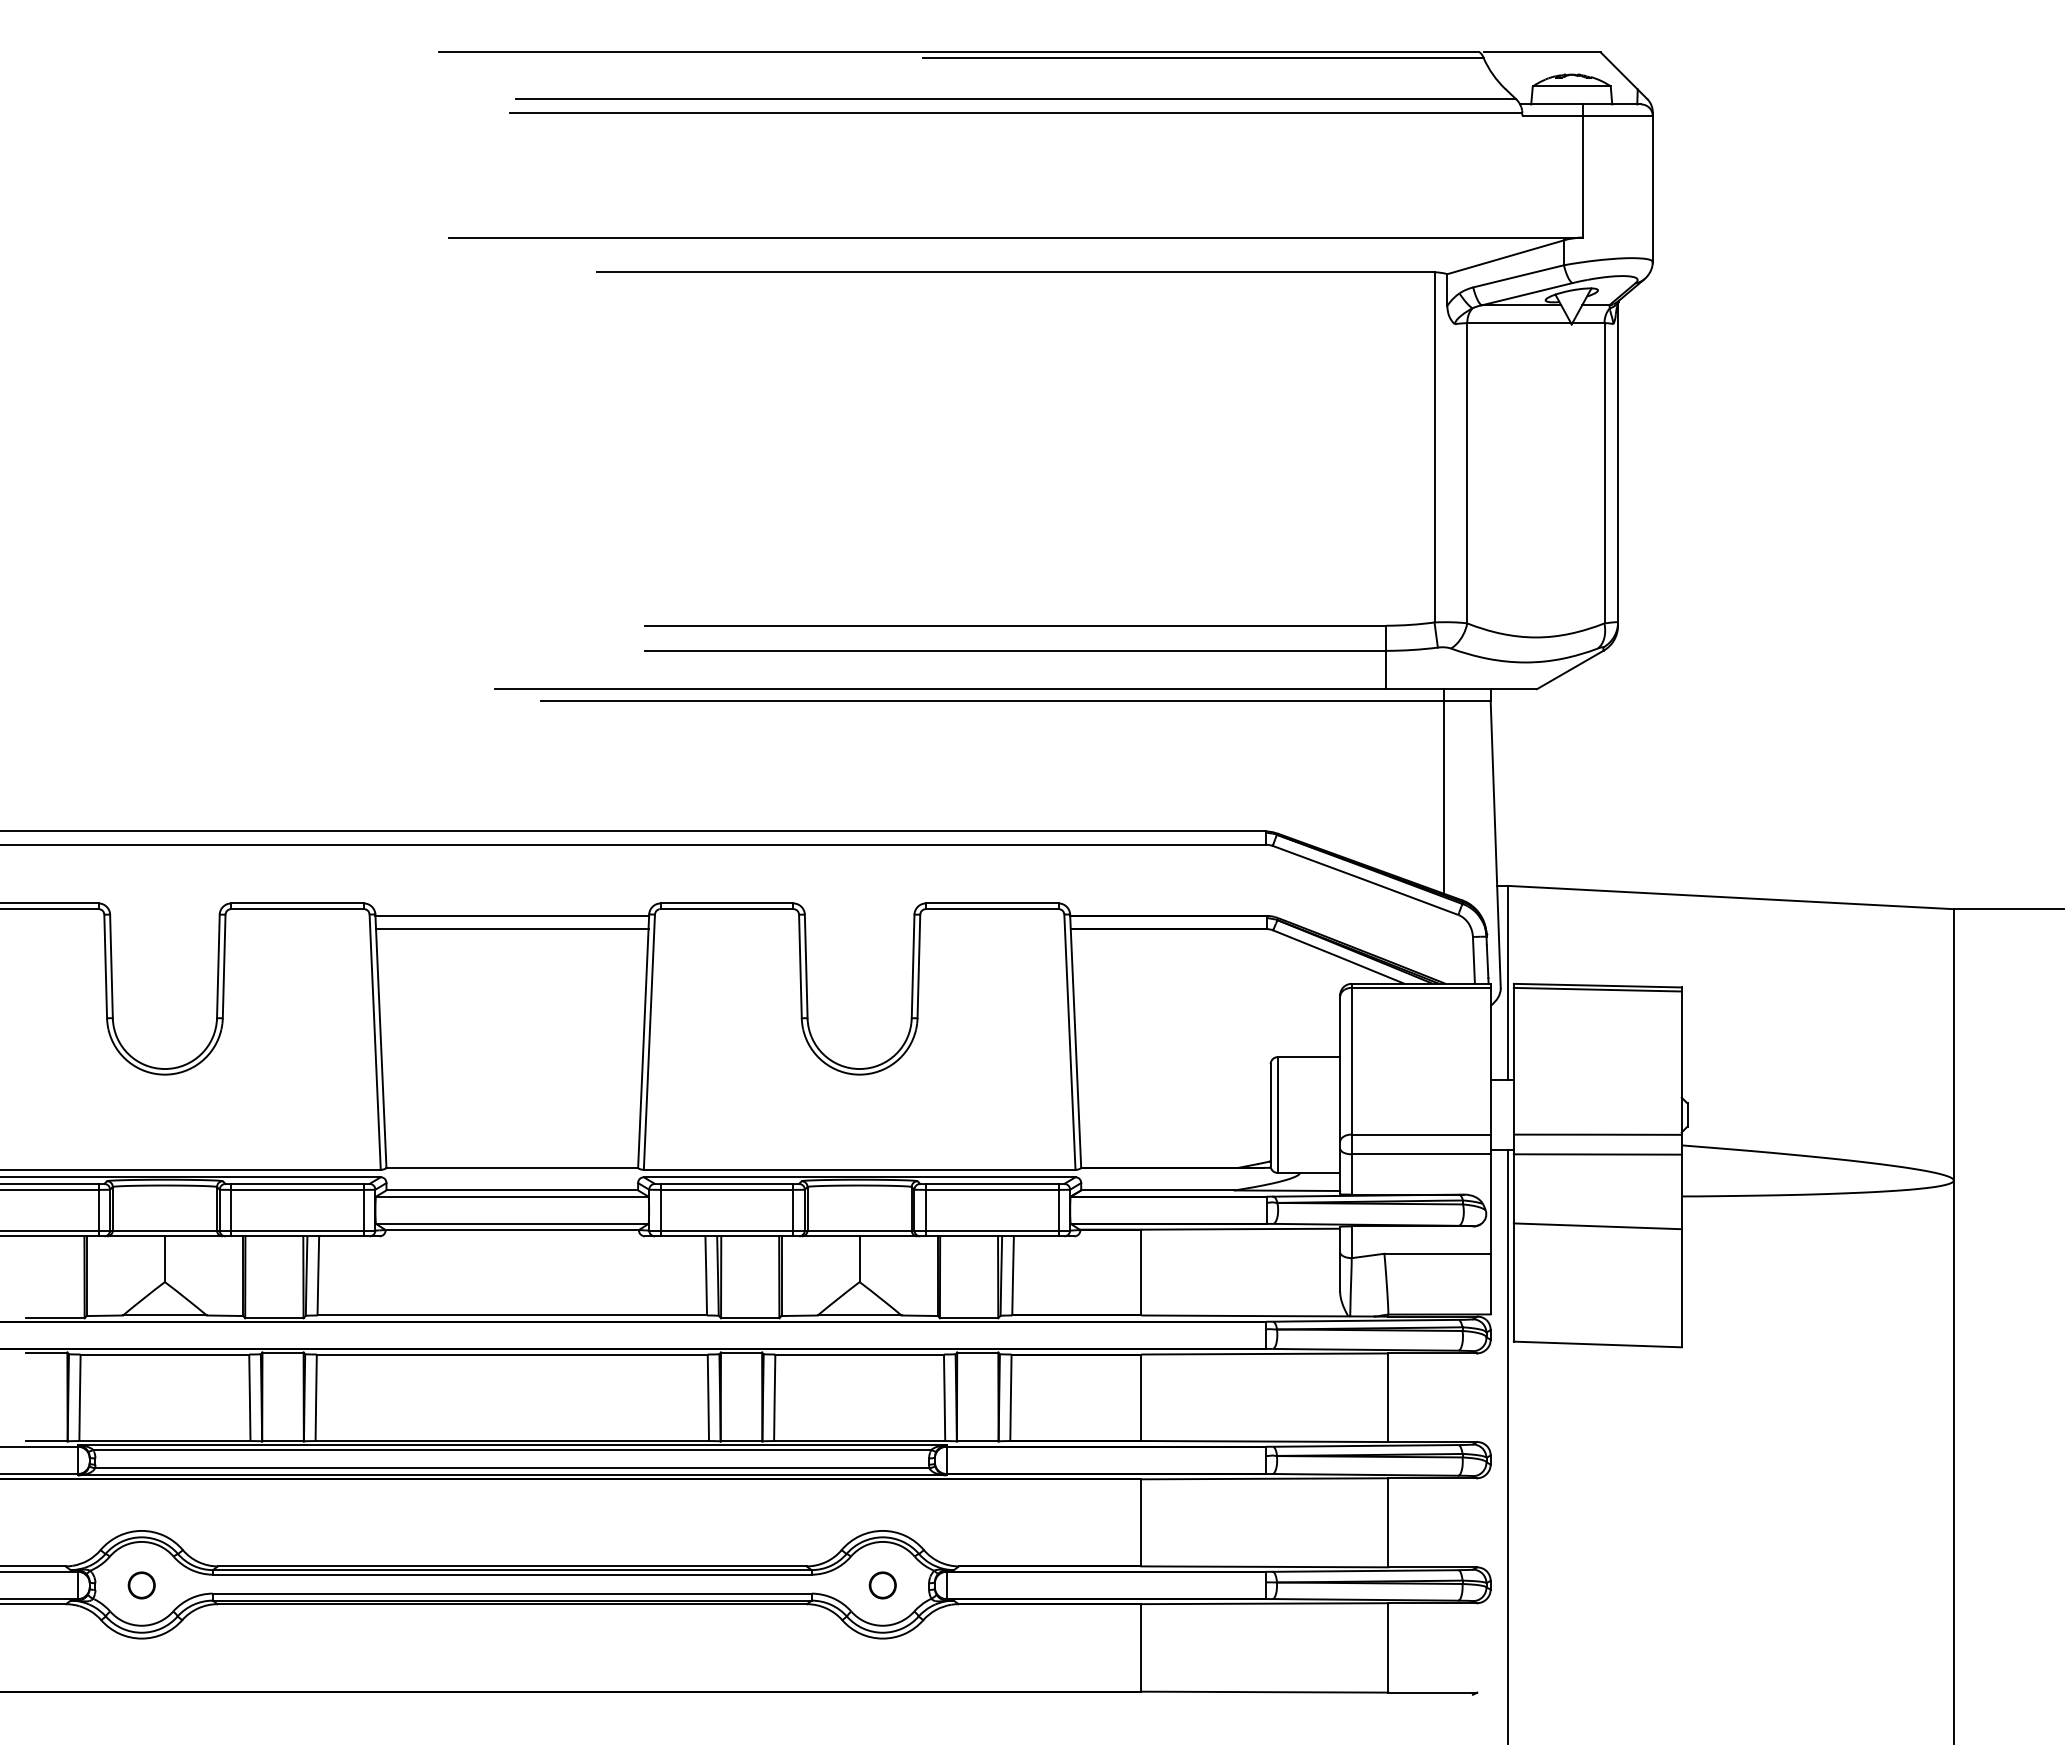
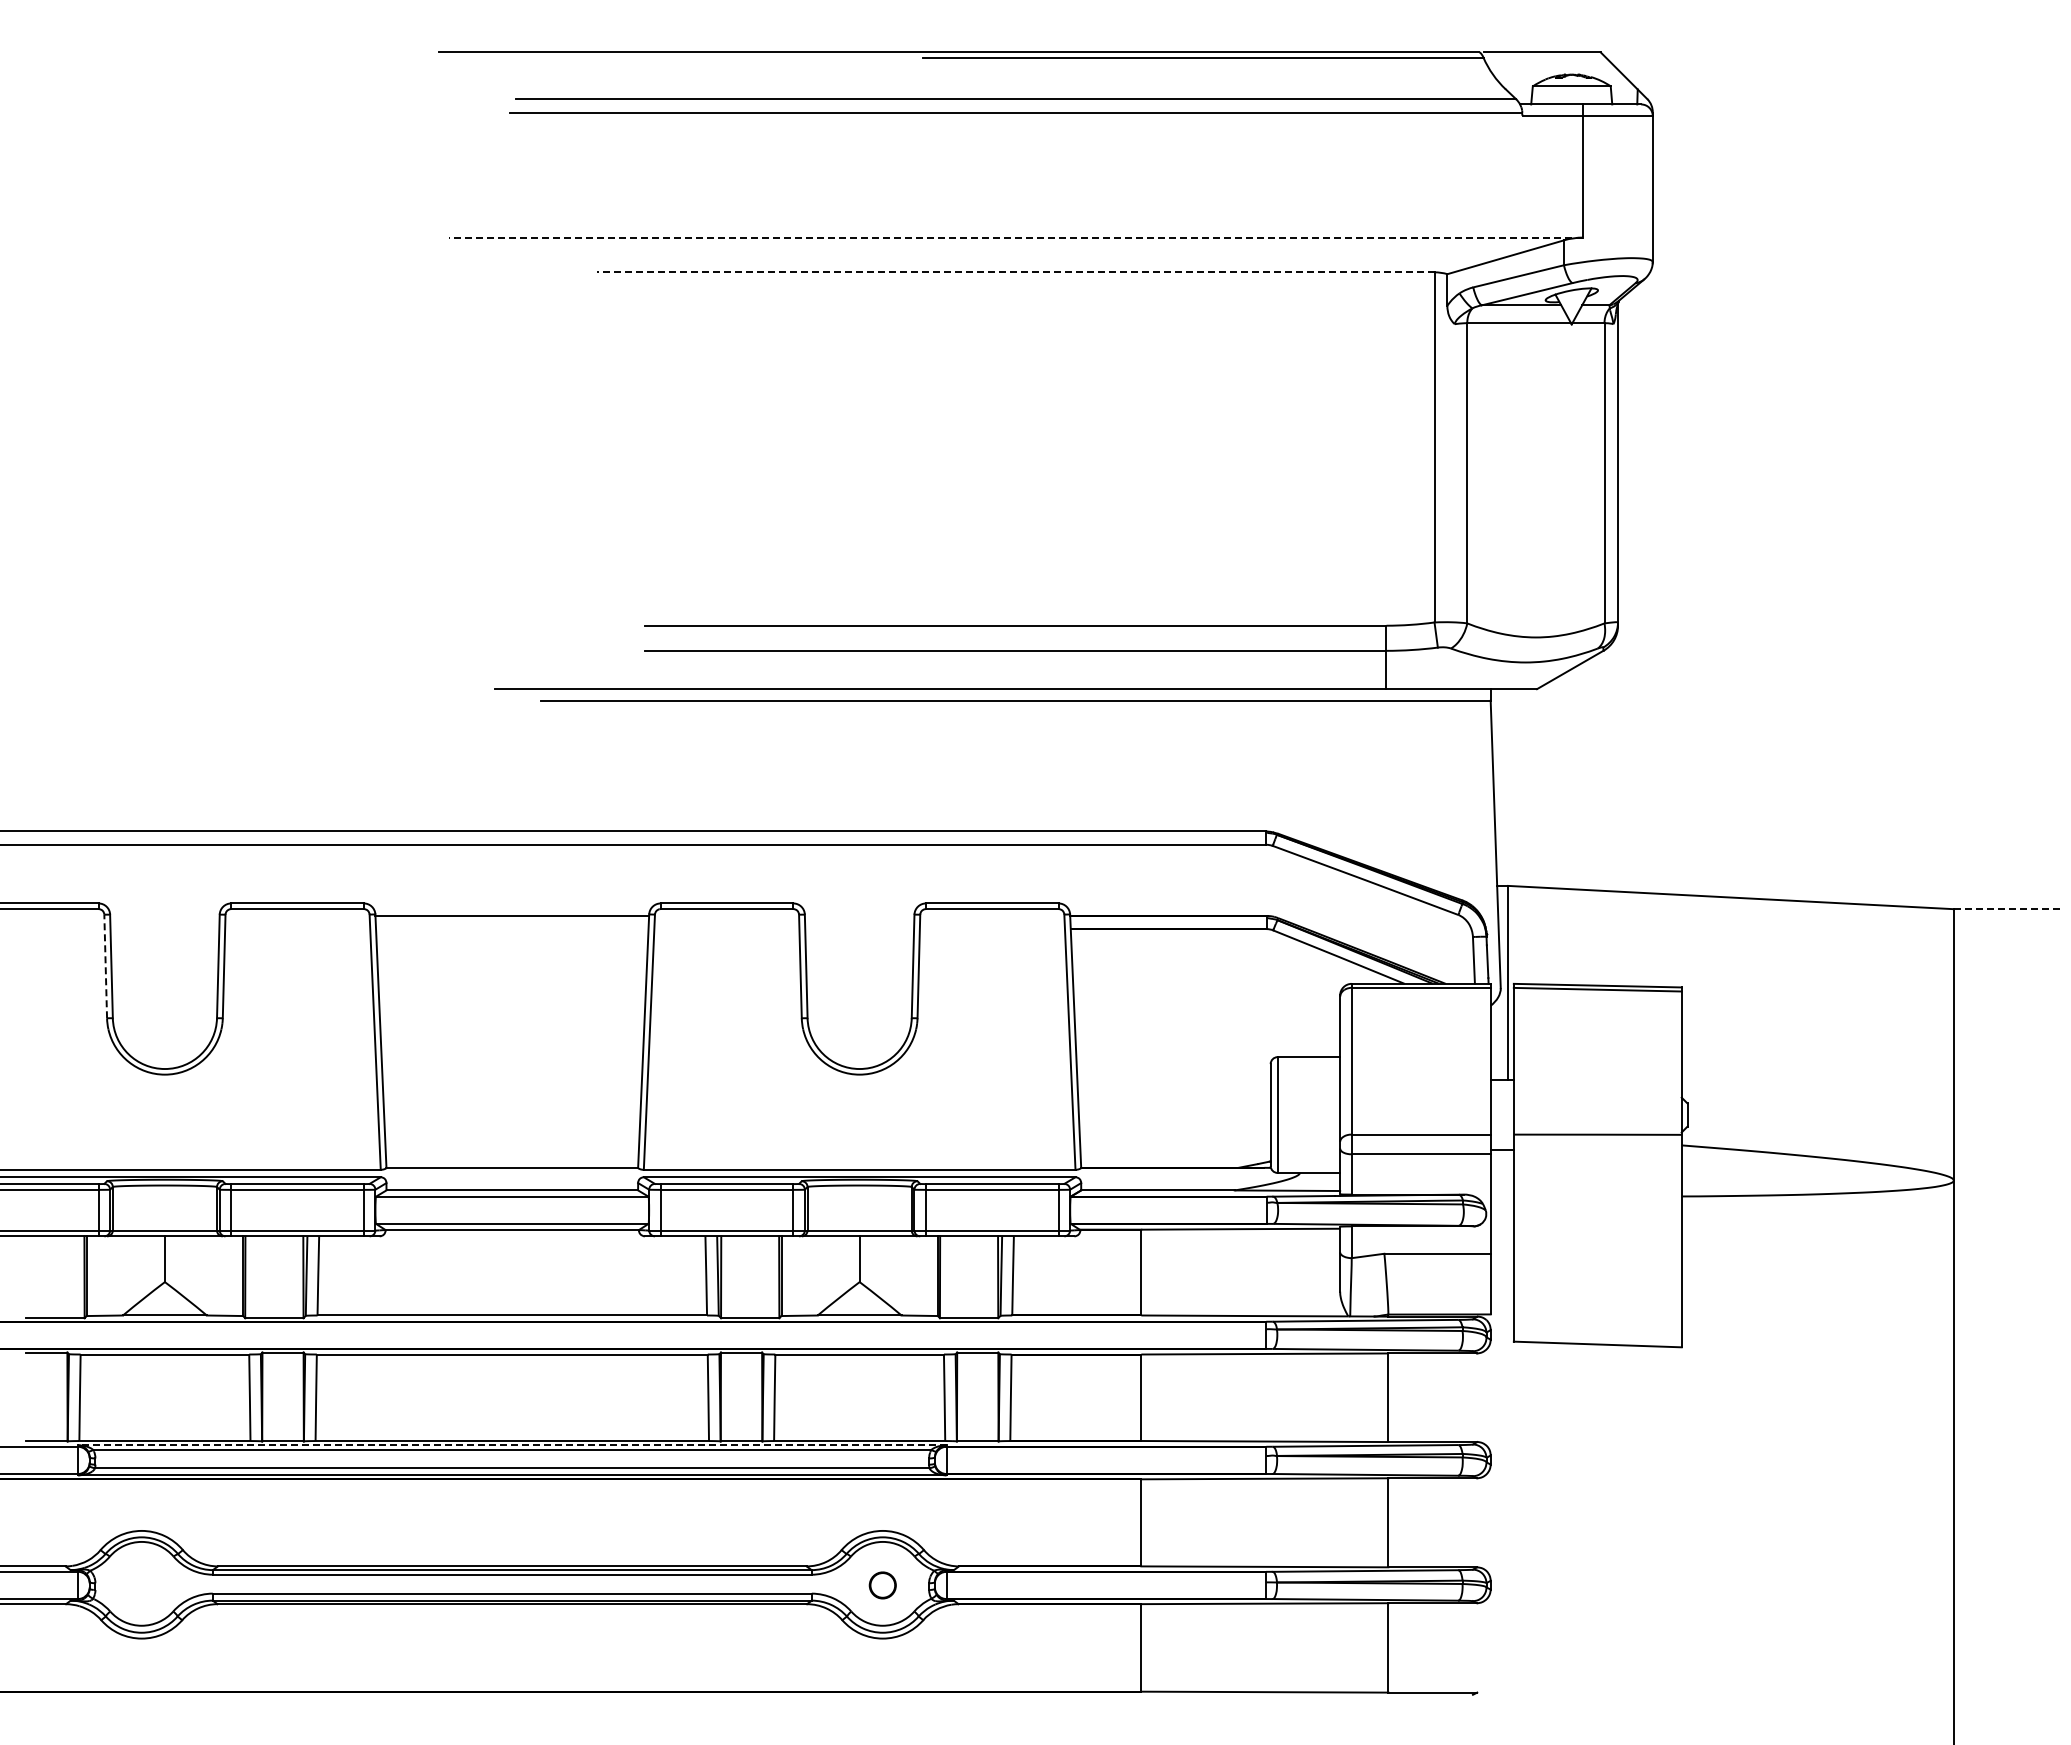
line at (1015, 237): solid -> dashed
line at (1016, 272): solid -> dashed
line at (1444, 791): present -> none
line at (2008, 909): solid -> dashed
line at (512, 929): present -> none
line at (105, 966): solid -> dashed
line at (1597, 1154): present -> none
line at (1597, 1226): present -> none
line at (511, 1445): solid -> dashed
line at (1508, 1445): present -> none
part at (141, 1585): present -> none
